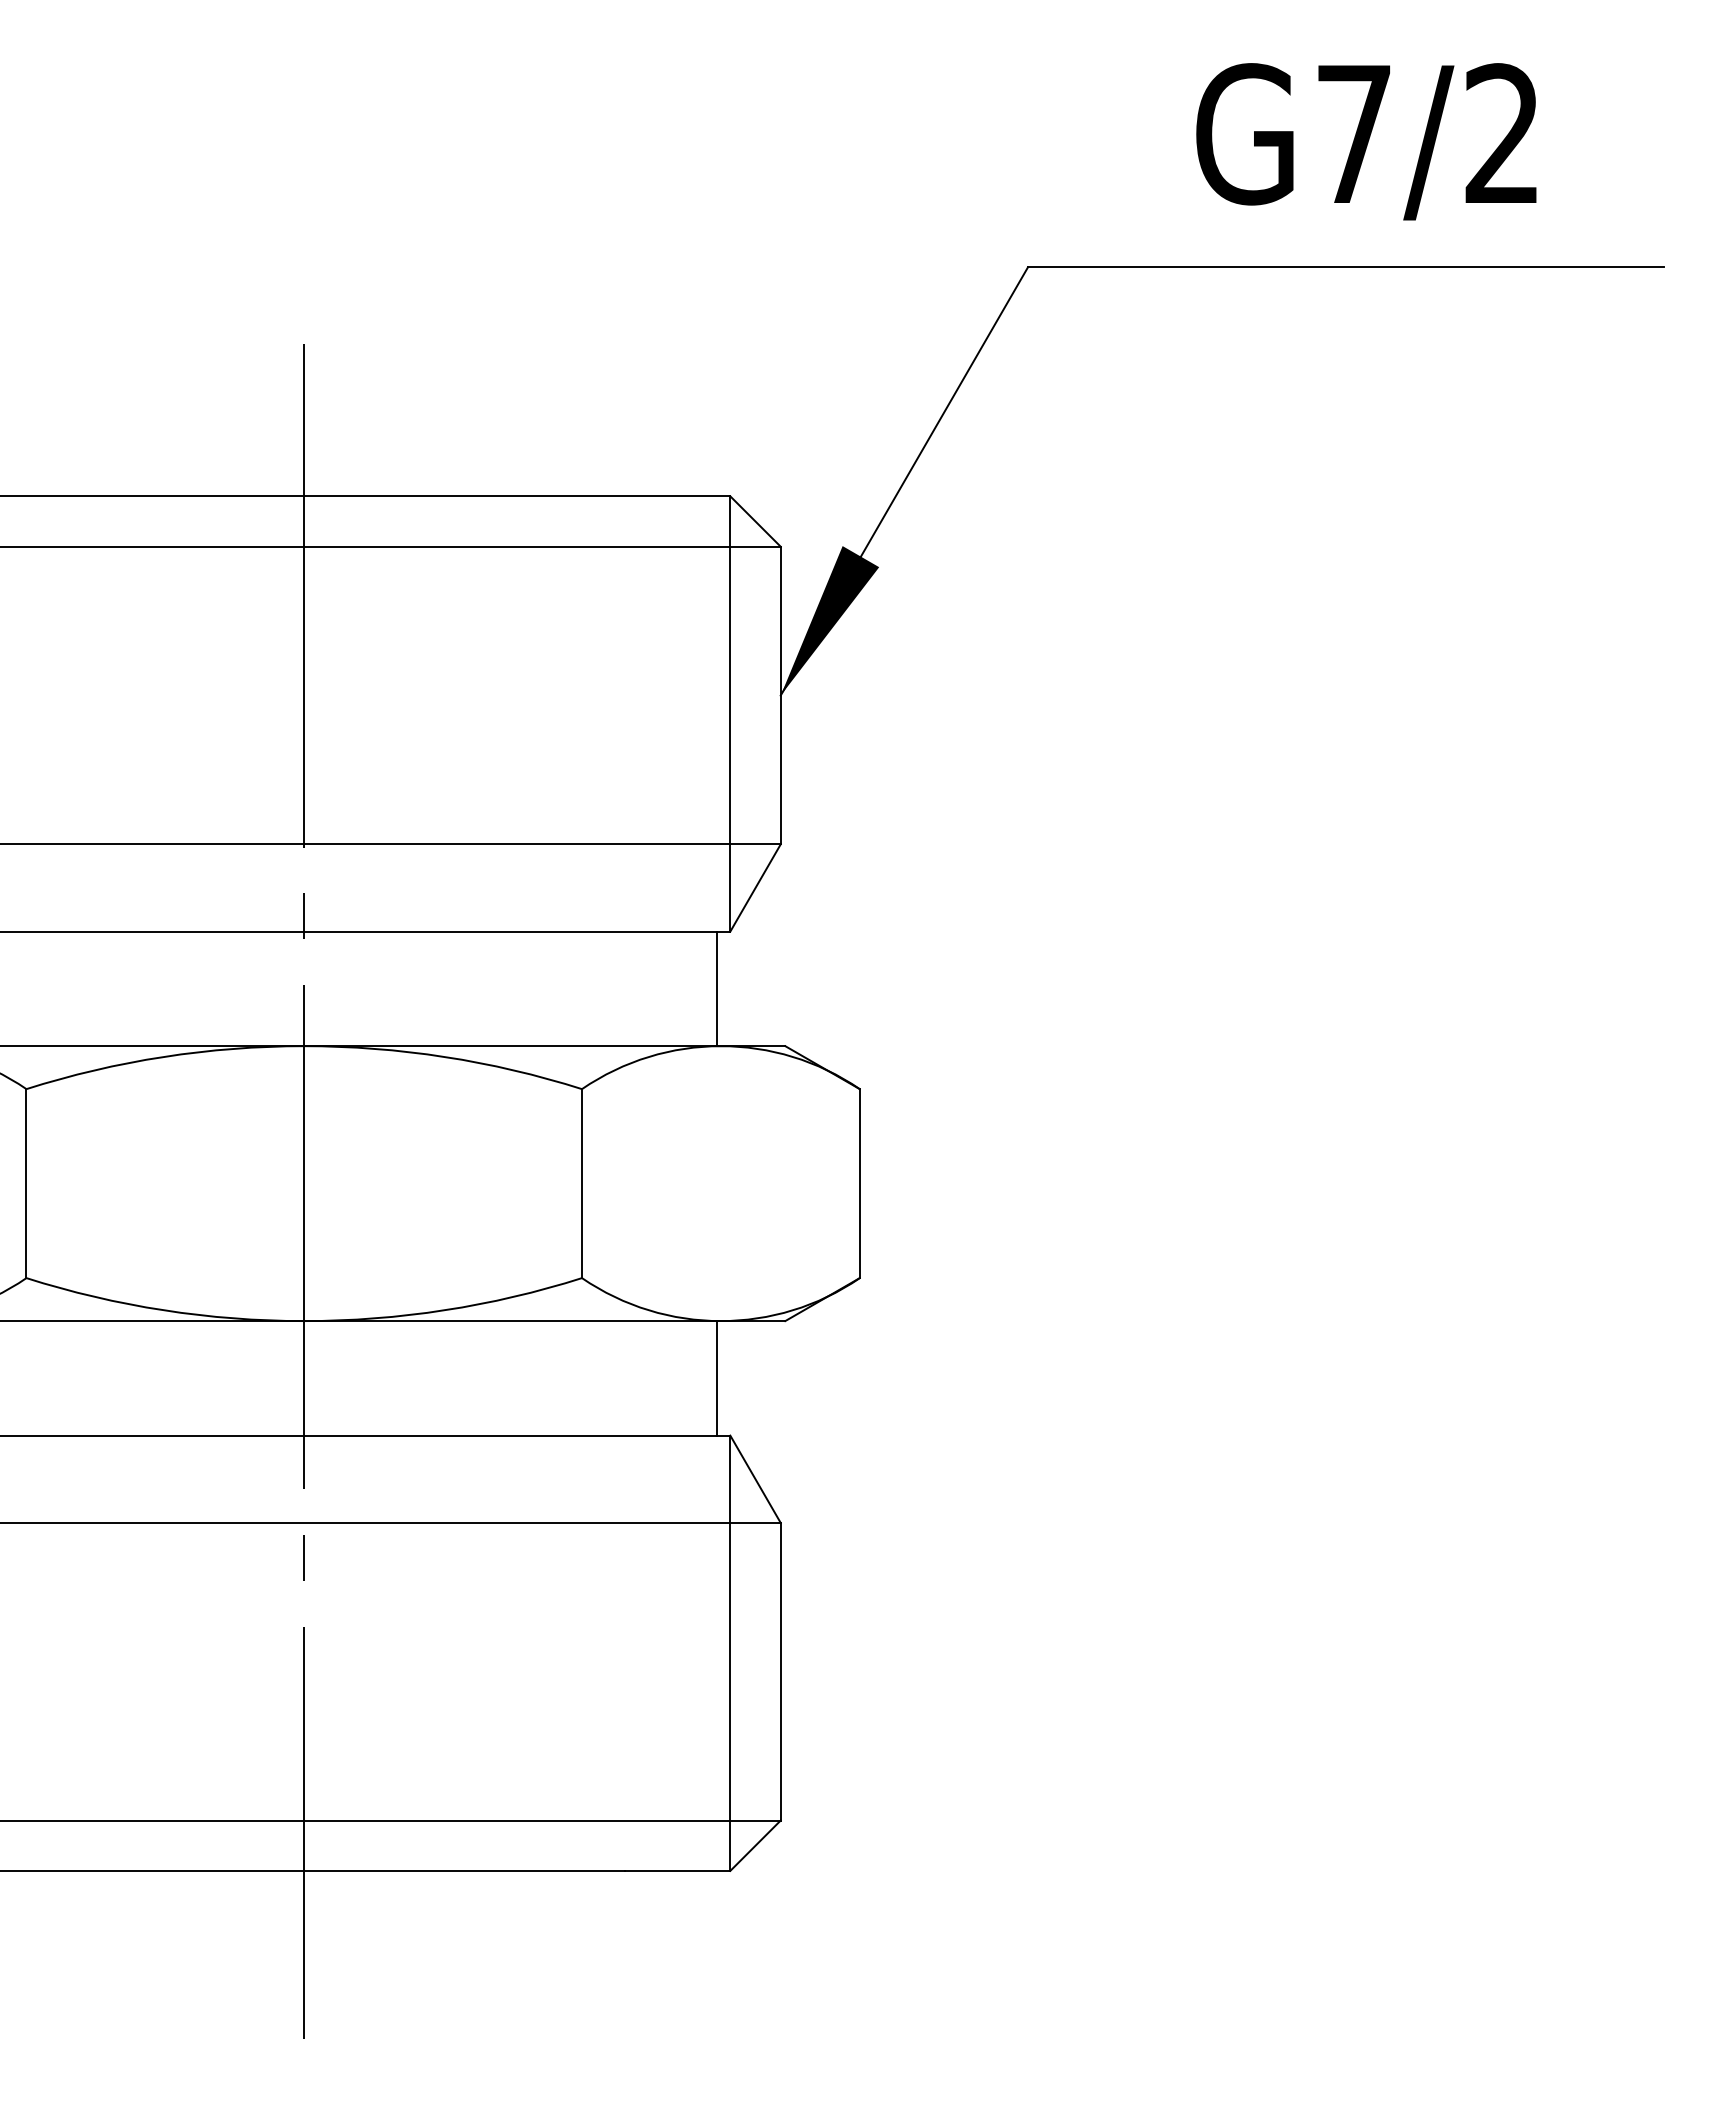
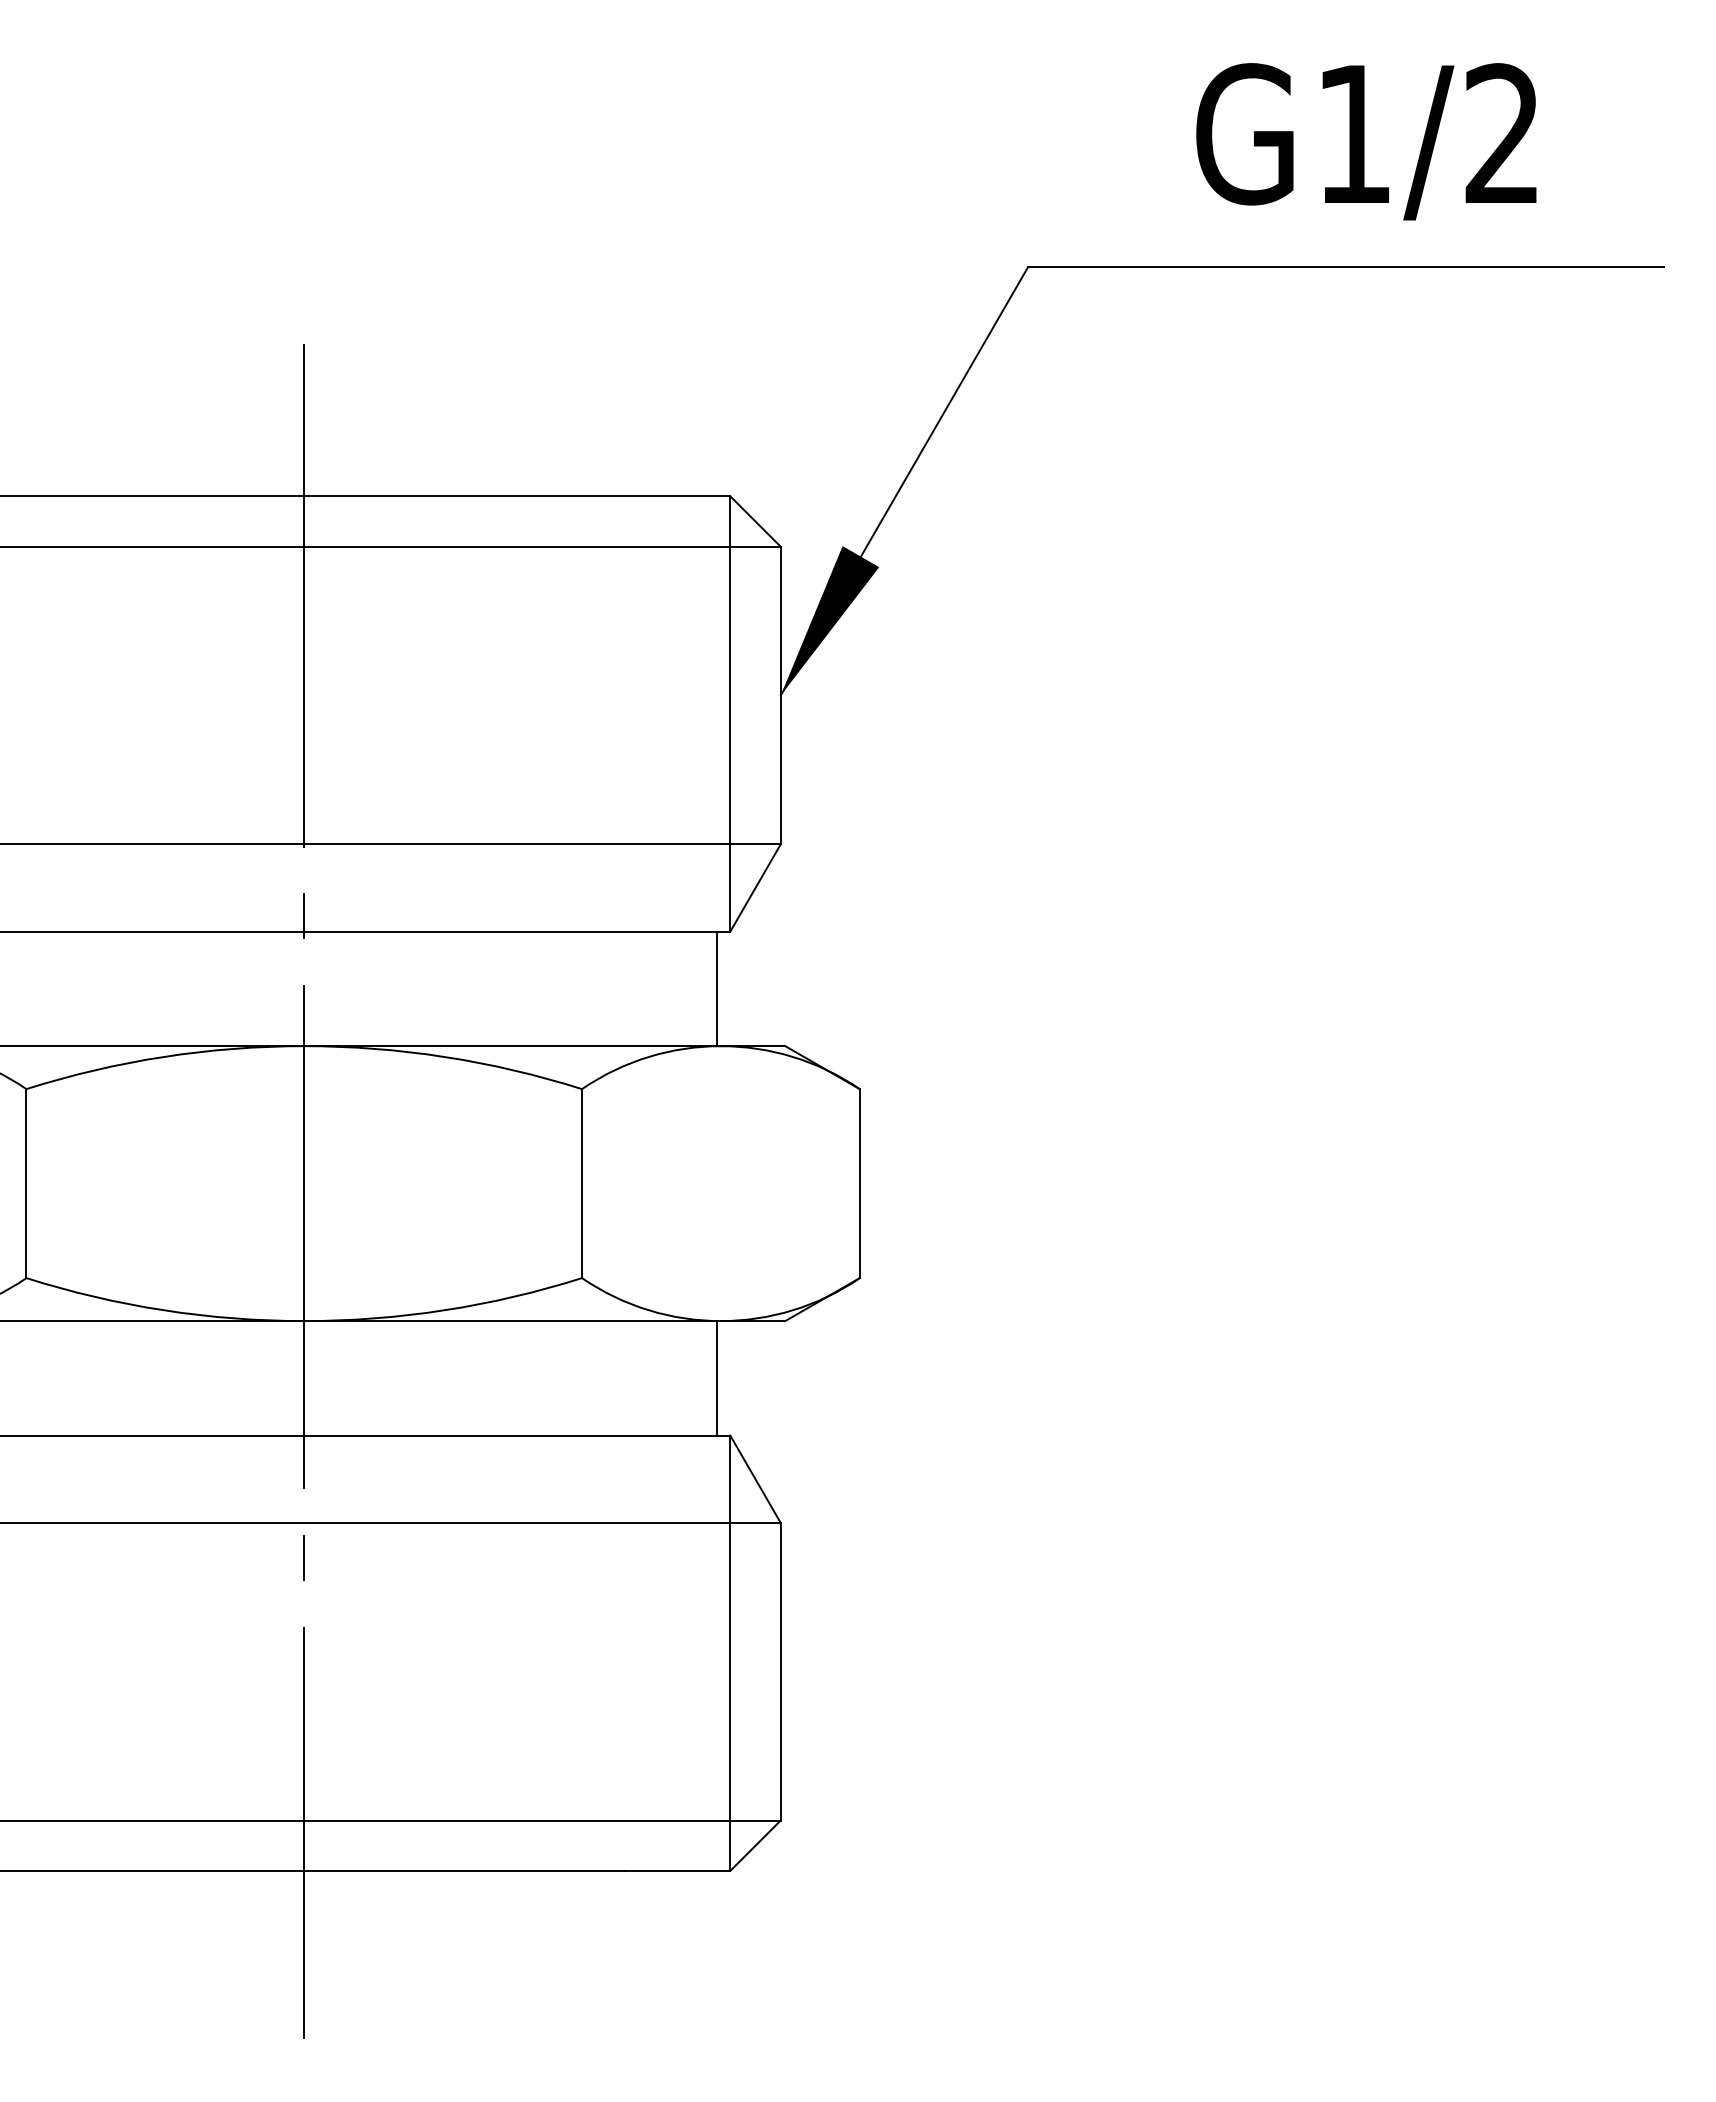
text at (1354, 133): G7/2 -> G1/2
